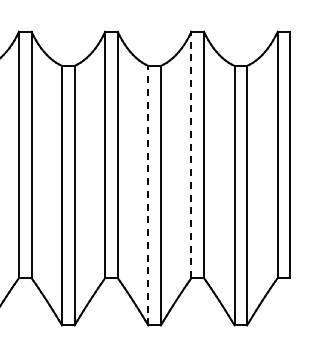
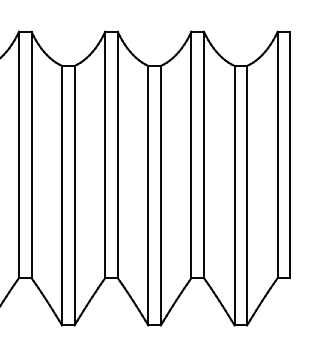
line at (191, 154): dashed -> solid
line at (148, 195): dashed -> solid
